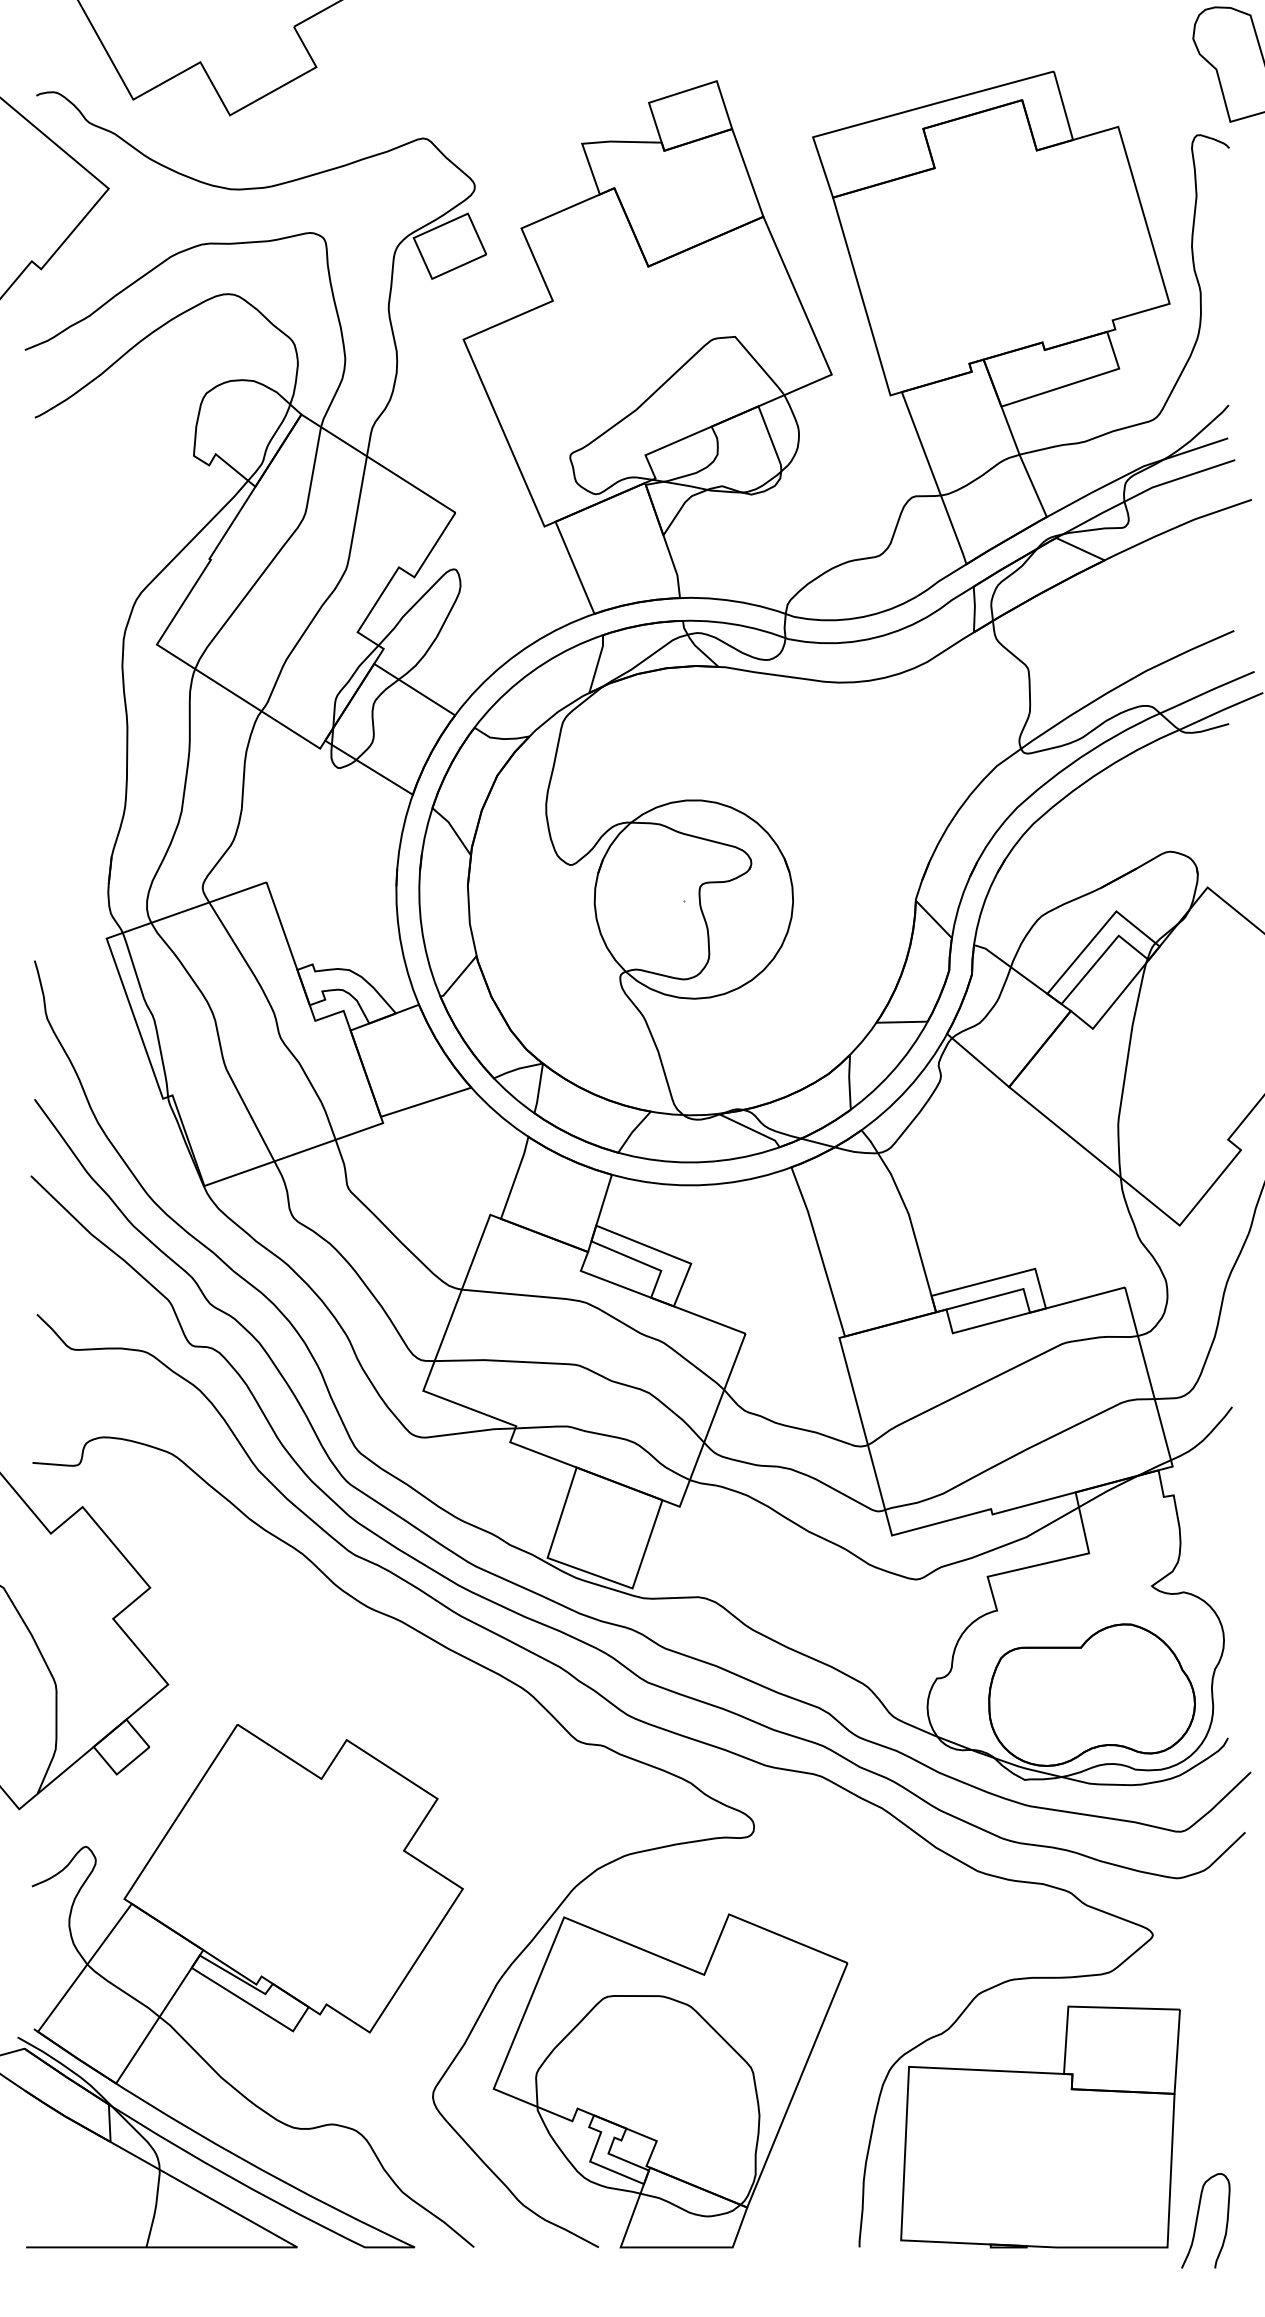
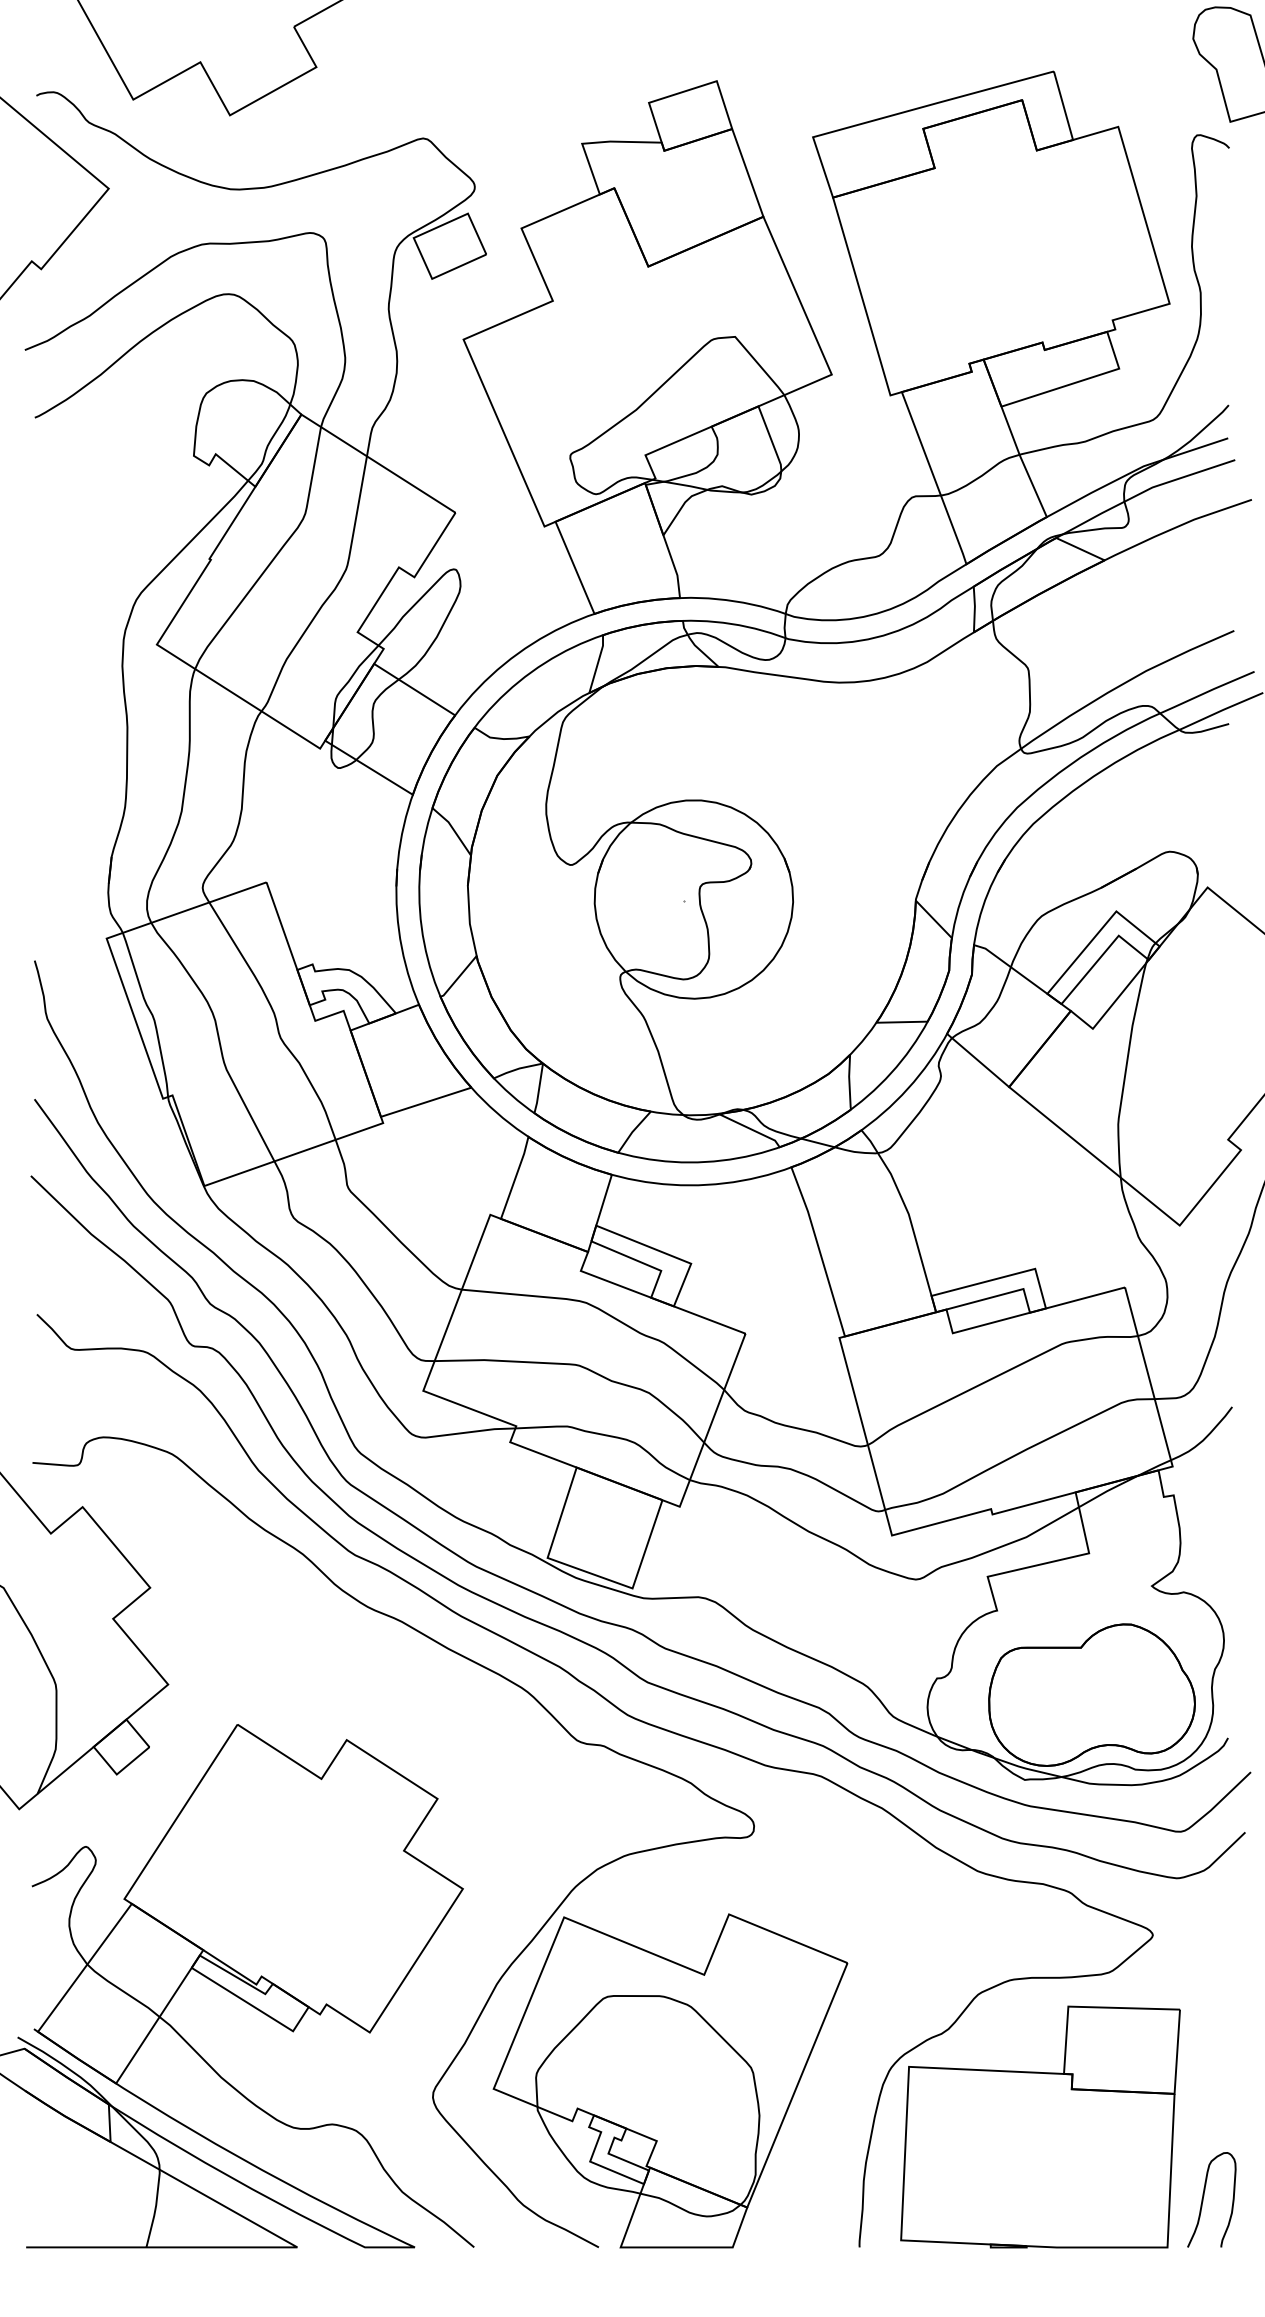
curve at (1198, 2217) position: (1198, 2217) -> (1204, 2196)
